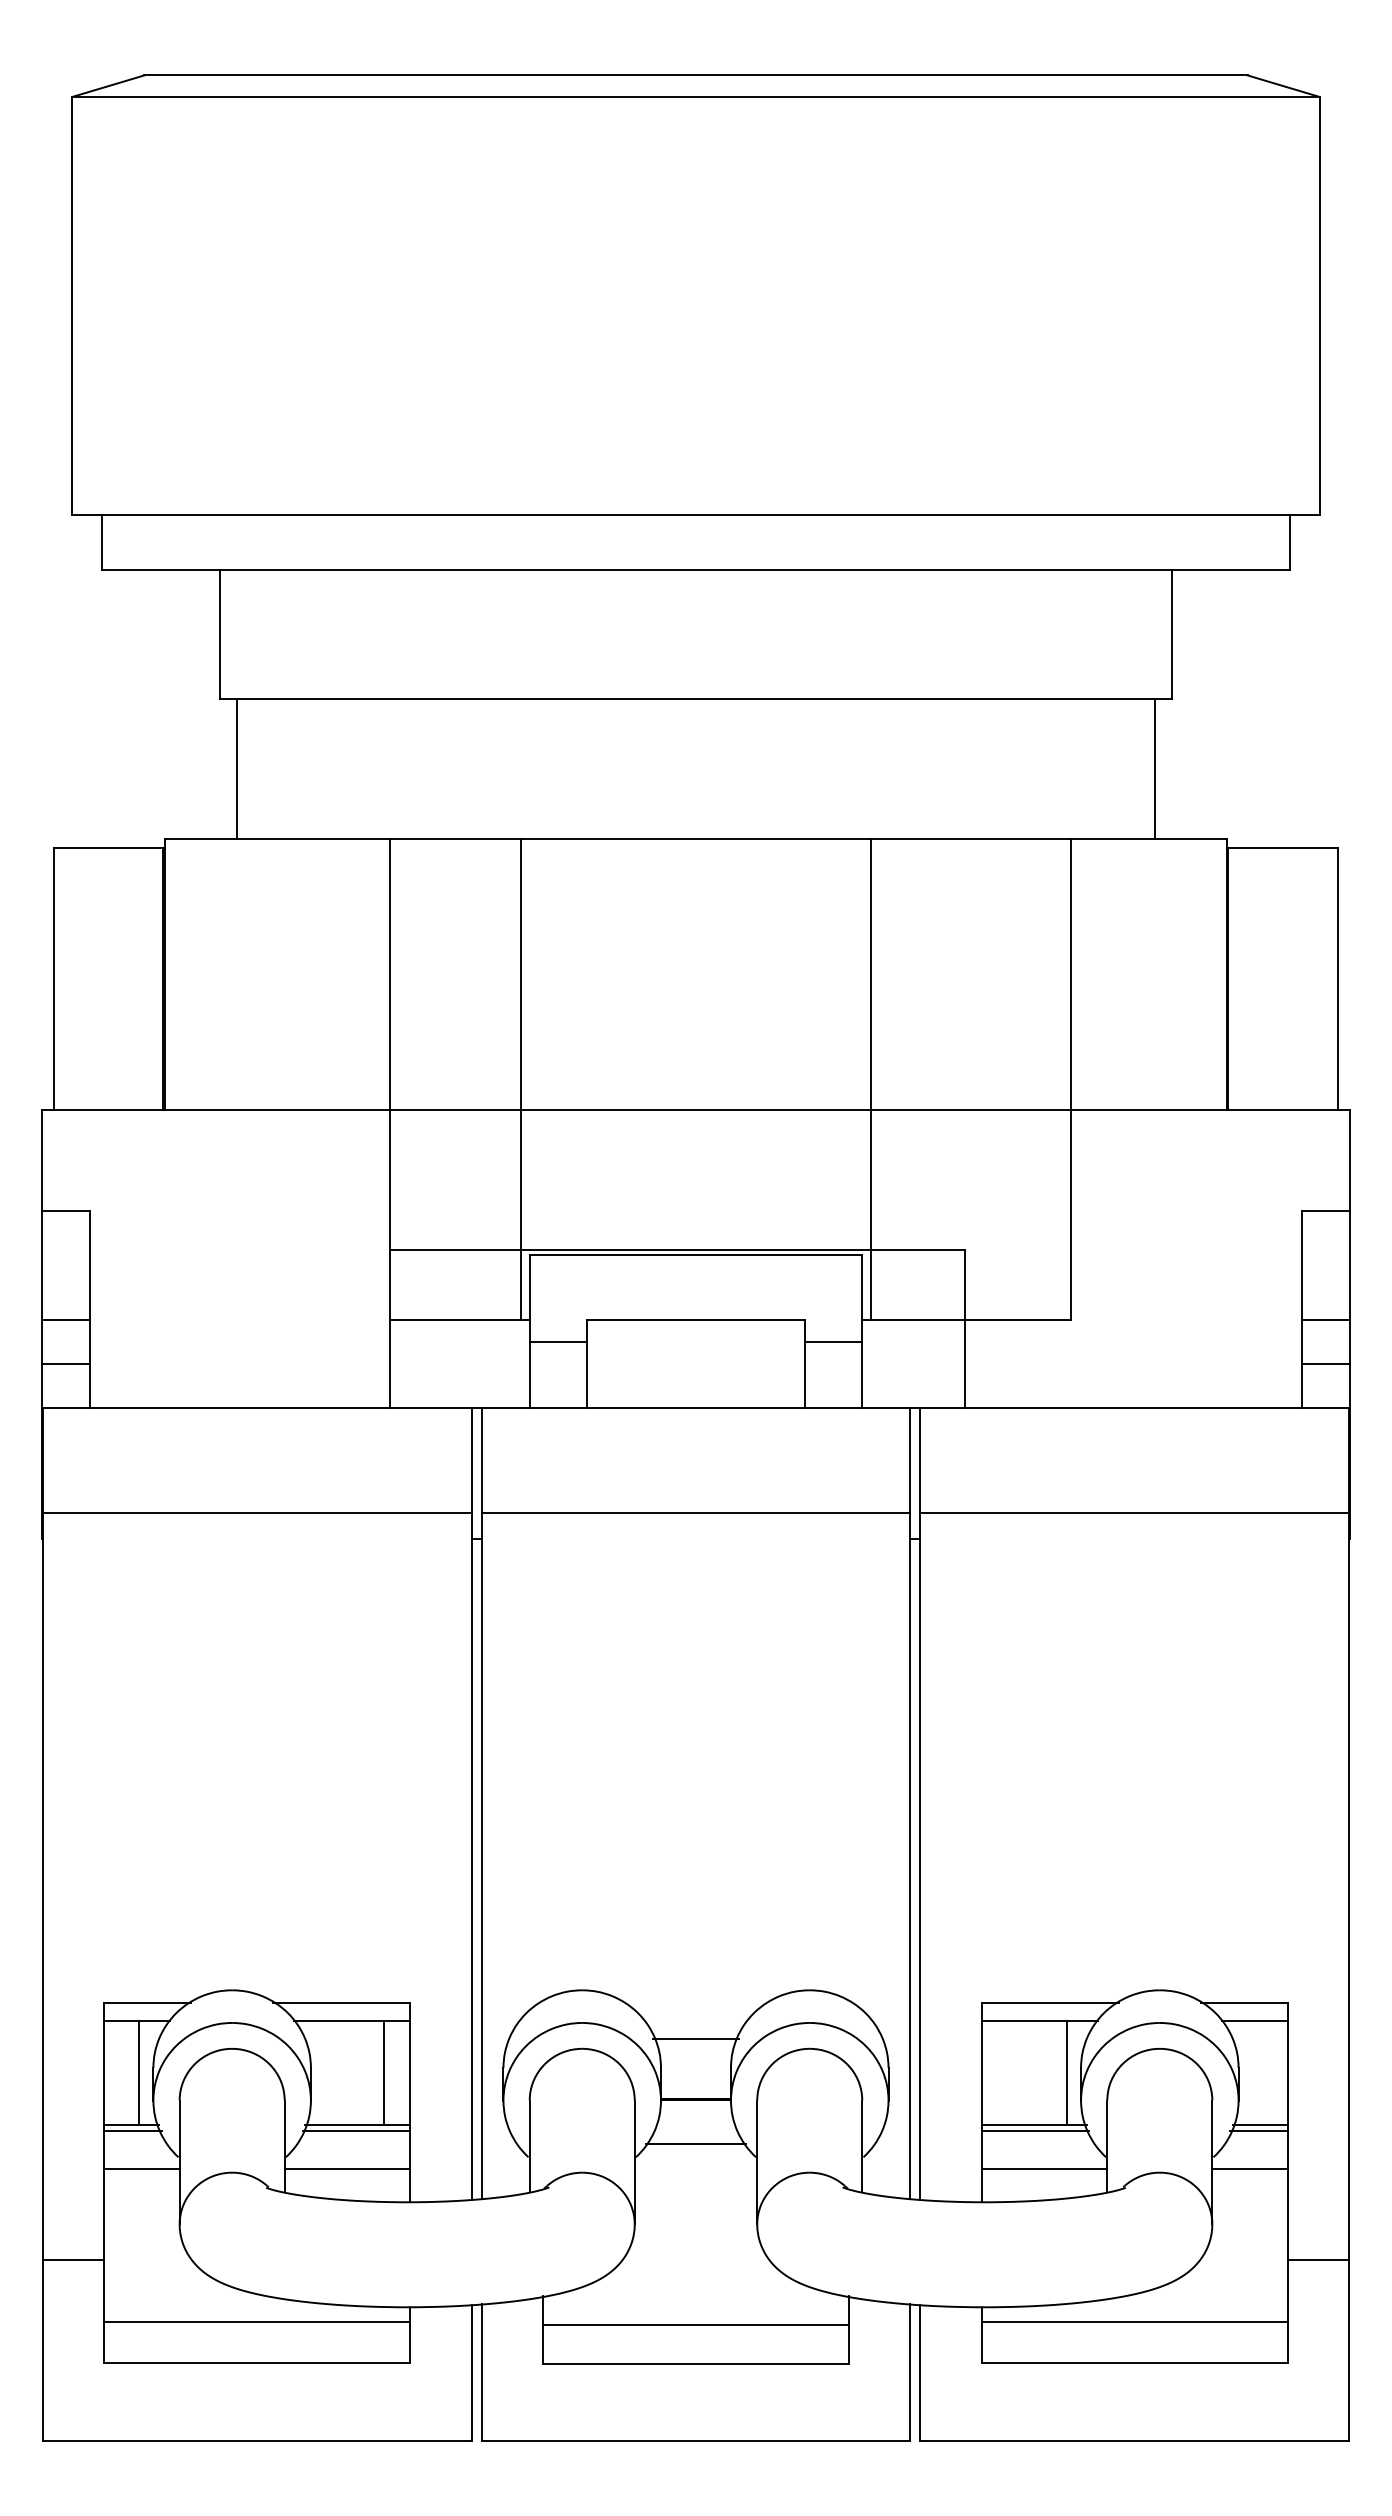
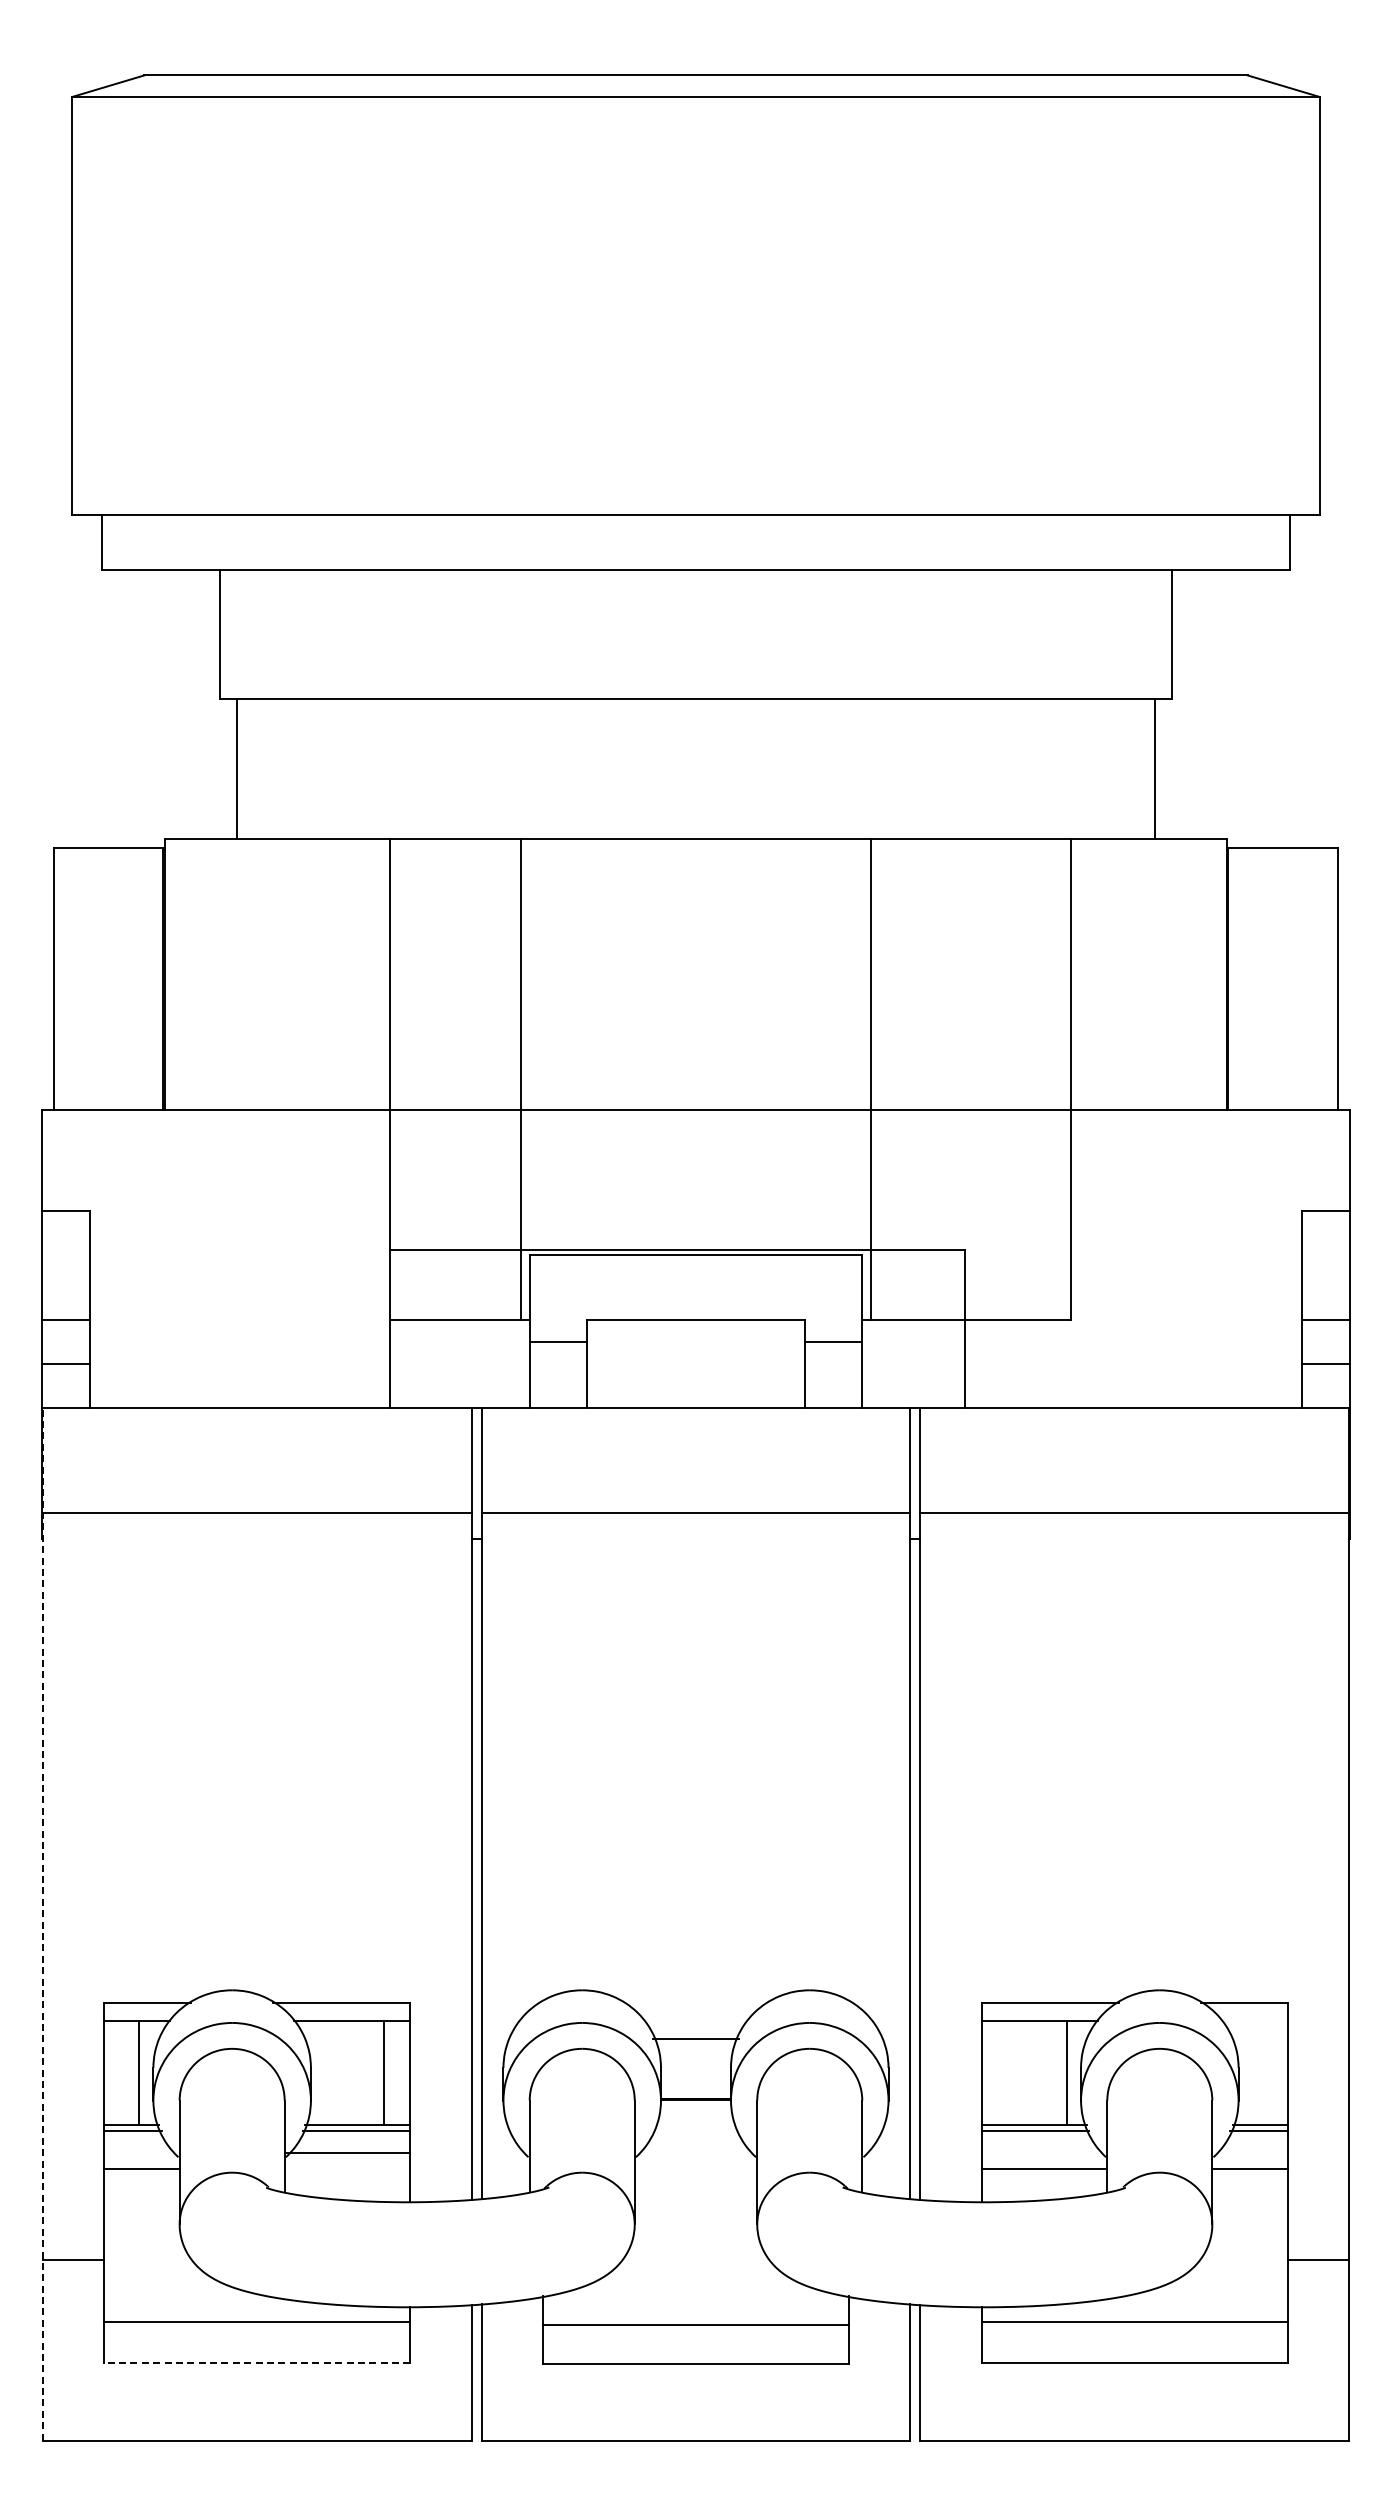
line at (42, 1923): solid -> dashed
line at (1254, 2020): present -> none
line at (695, 2144): present -> none
line at (347, 2168) position: (347, 2168) -> (347, 2152)
line at (256, 2362): solid -> dashed
